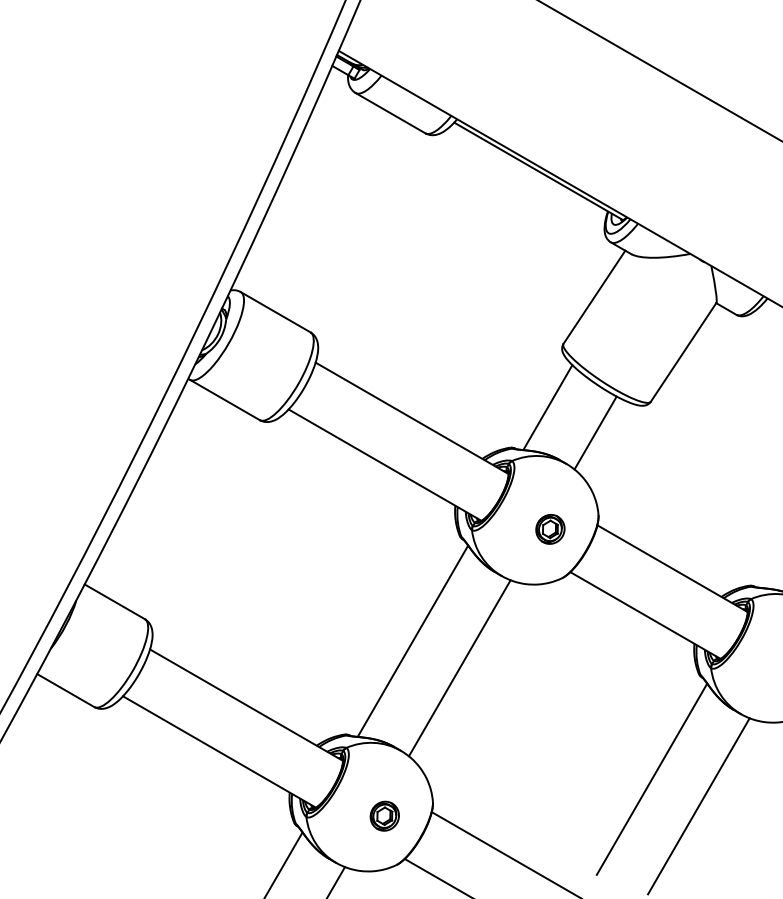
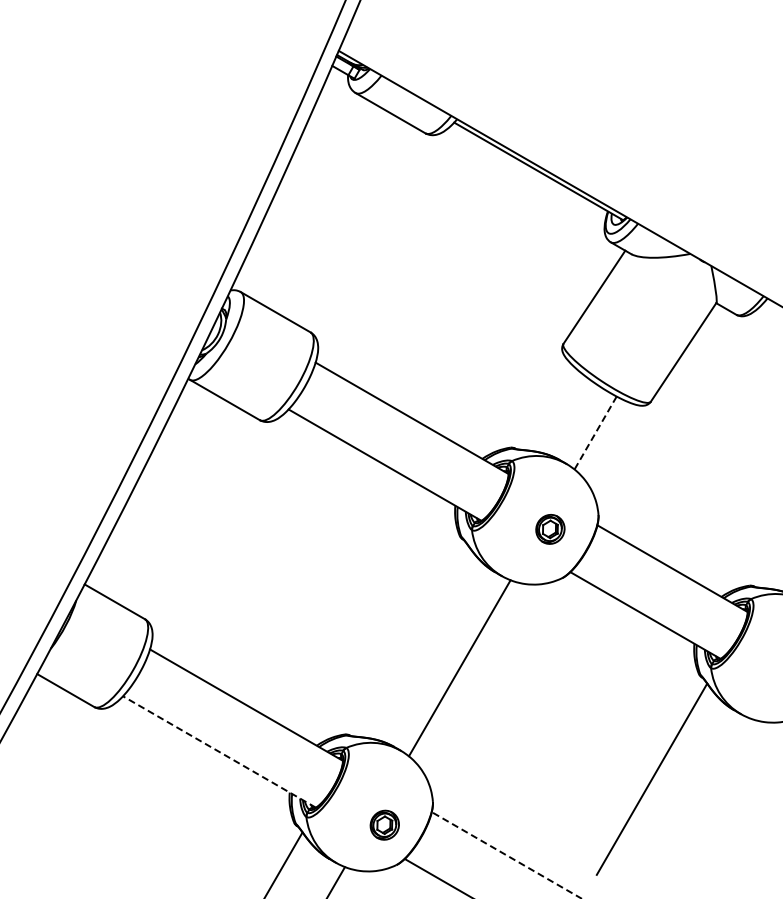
line at (660, 70): present -> none
line at (547, 407): present -> none
line at (595, 433): solid -> dashed
line at (412, 640): present -> none
line at (219, 751): solid -> dashed
line at (698, 806): present -> none
part at (384, 815) position: (384, 815) -> (384, 824)
line at (506, 855): solid -> dashed
